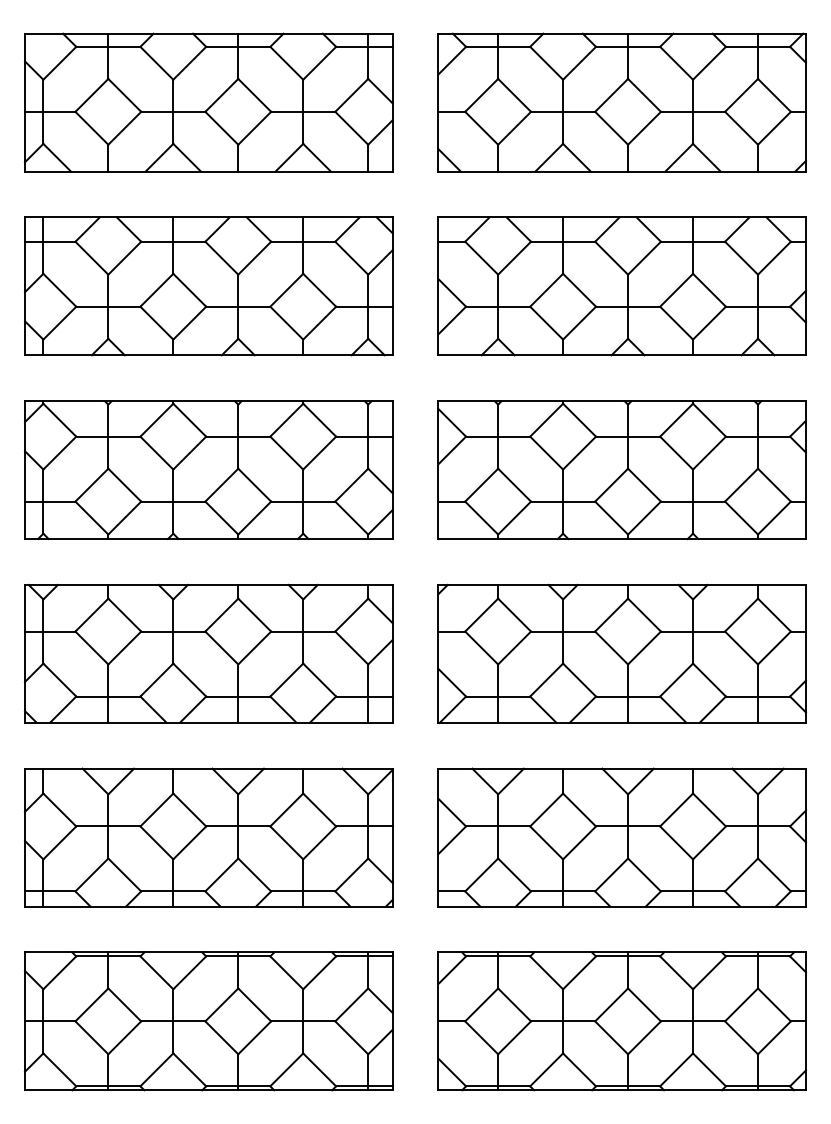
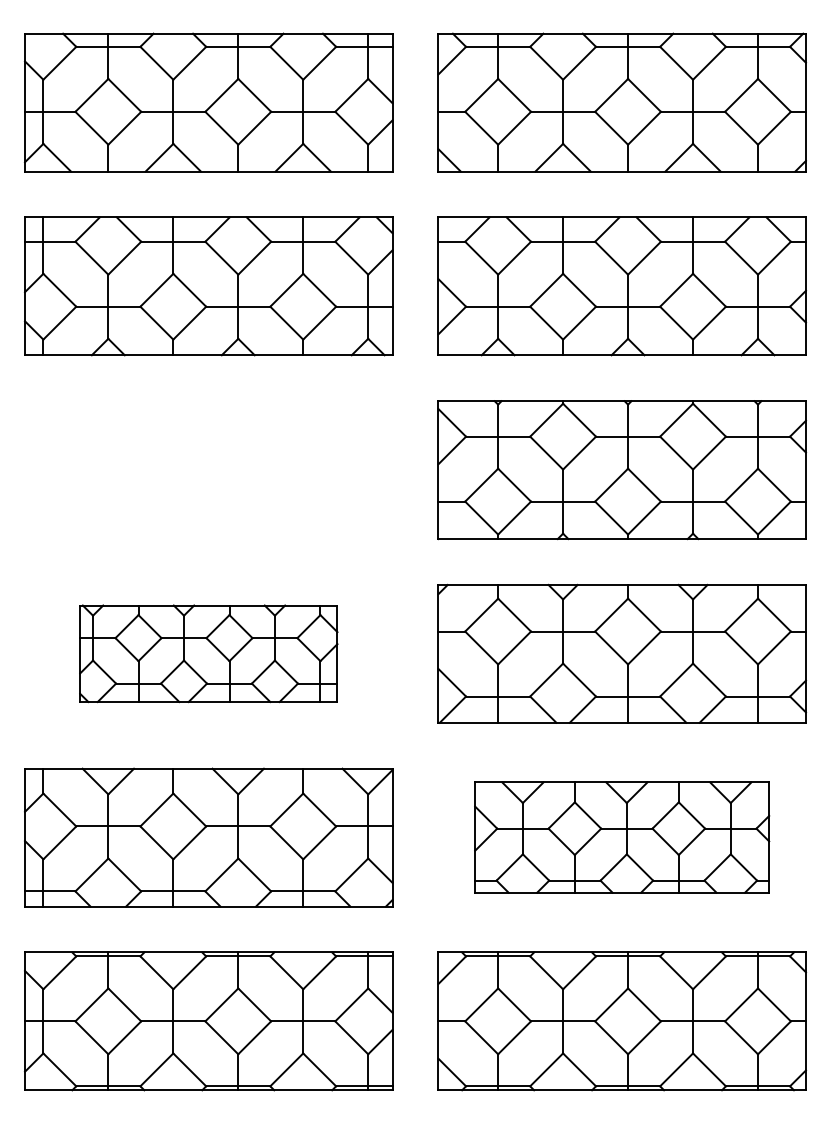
part at (208, 470): present -> none
part at (208, 653) size: 370x141 px -> 260x100 px
part at (621, 837) size: 370x141 px -> 297x113 px
